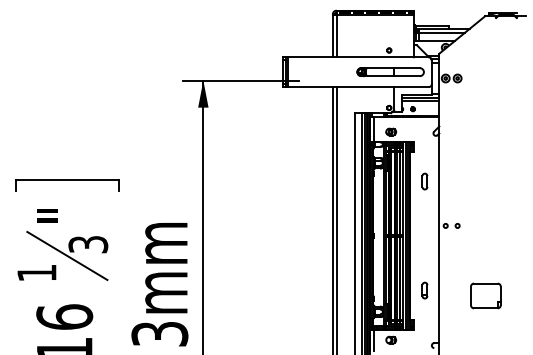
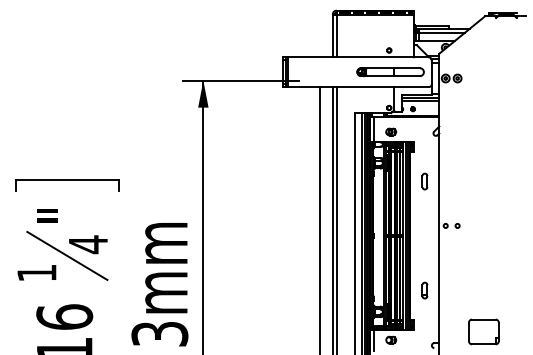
line at (319, 219): none -> present
text at (88, 244): 3 -> 4
part at (485, 295) position: (485, 295) -> (483, 331)
